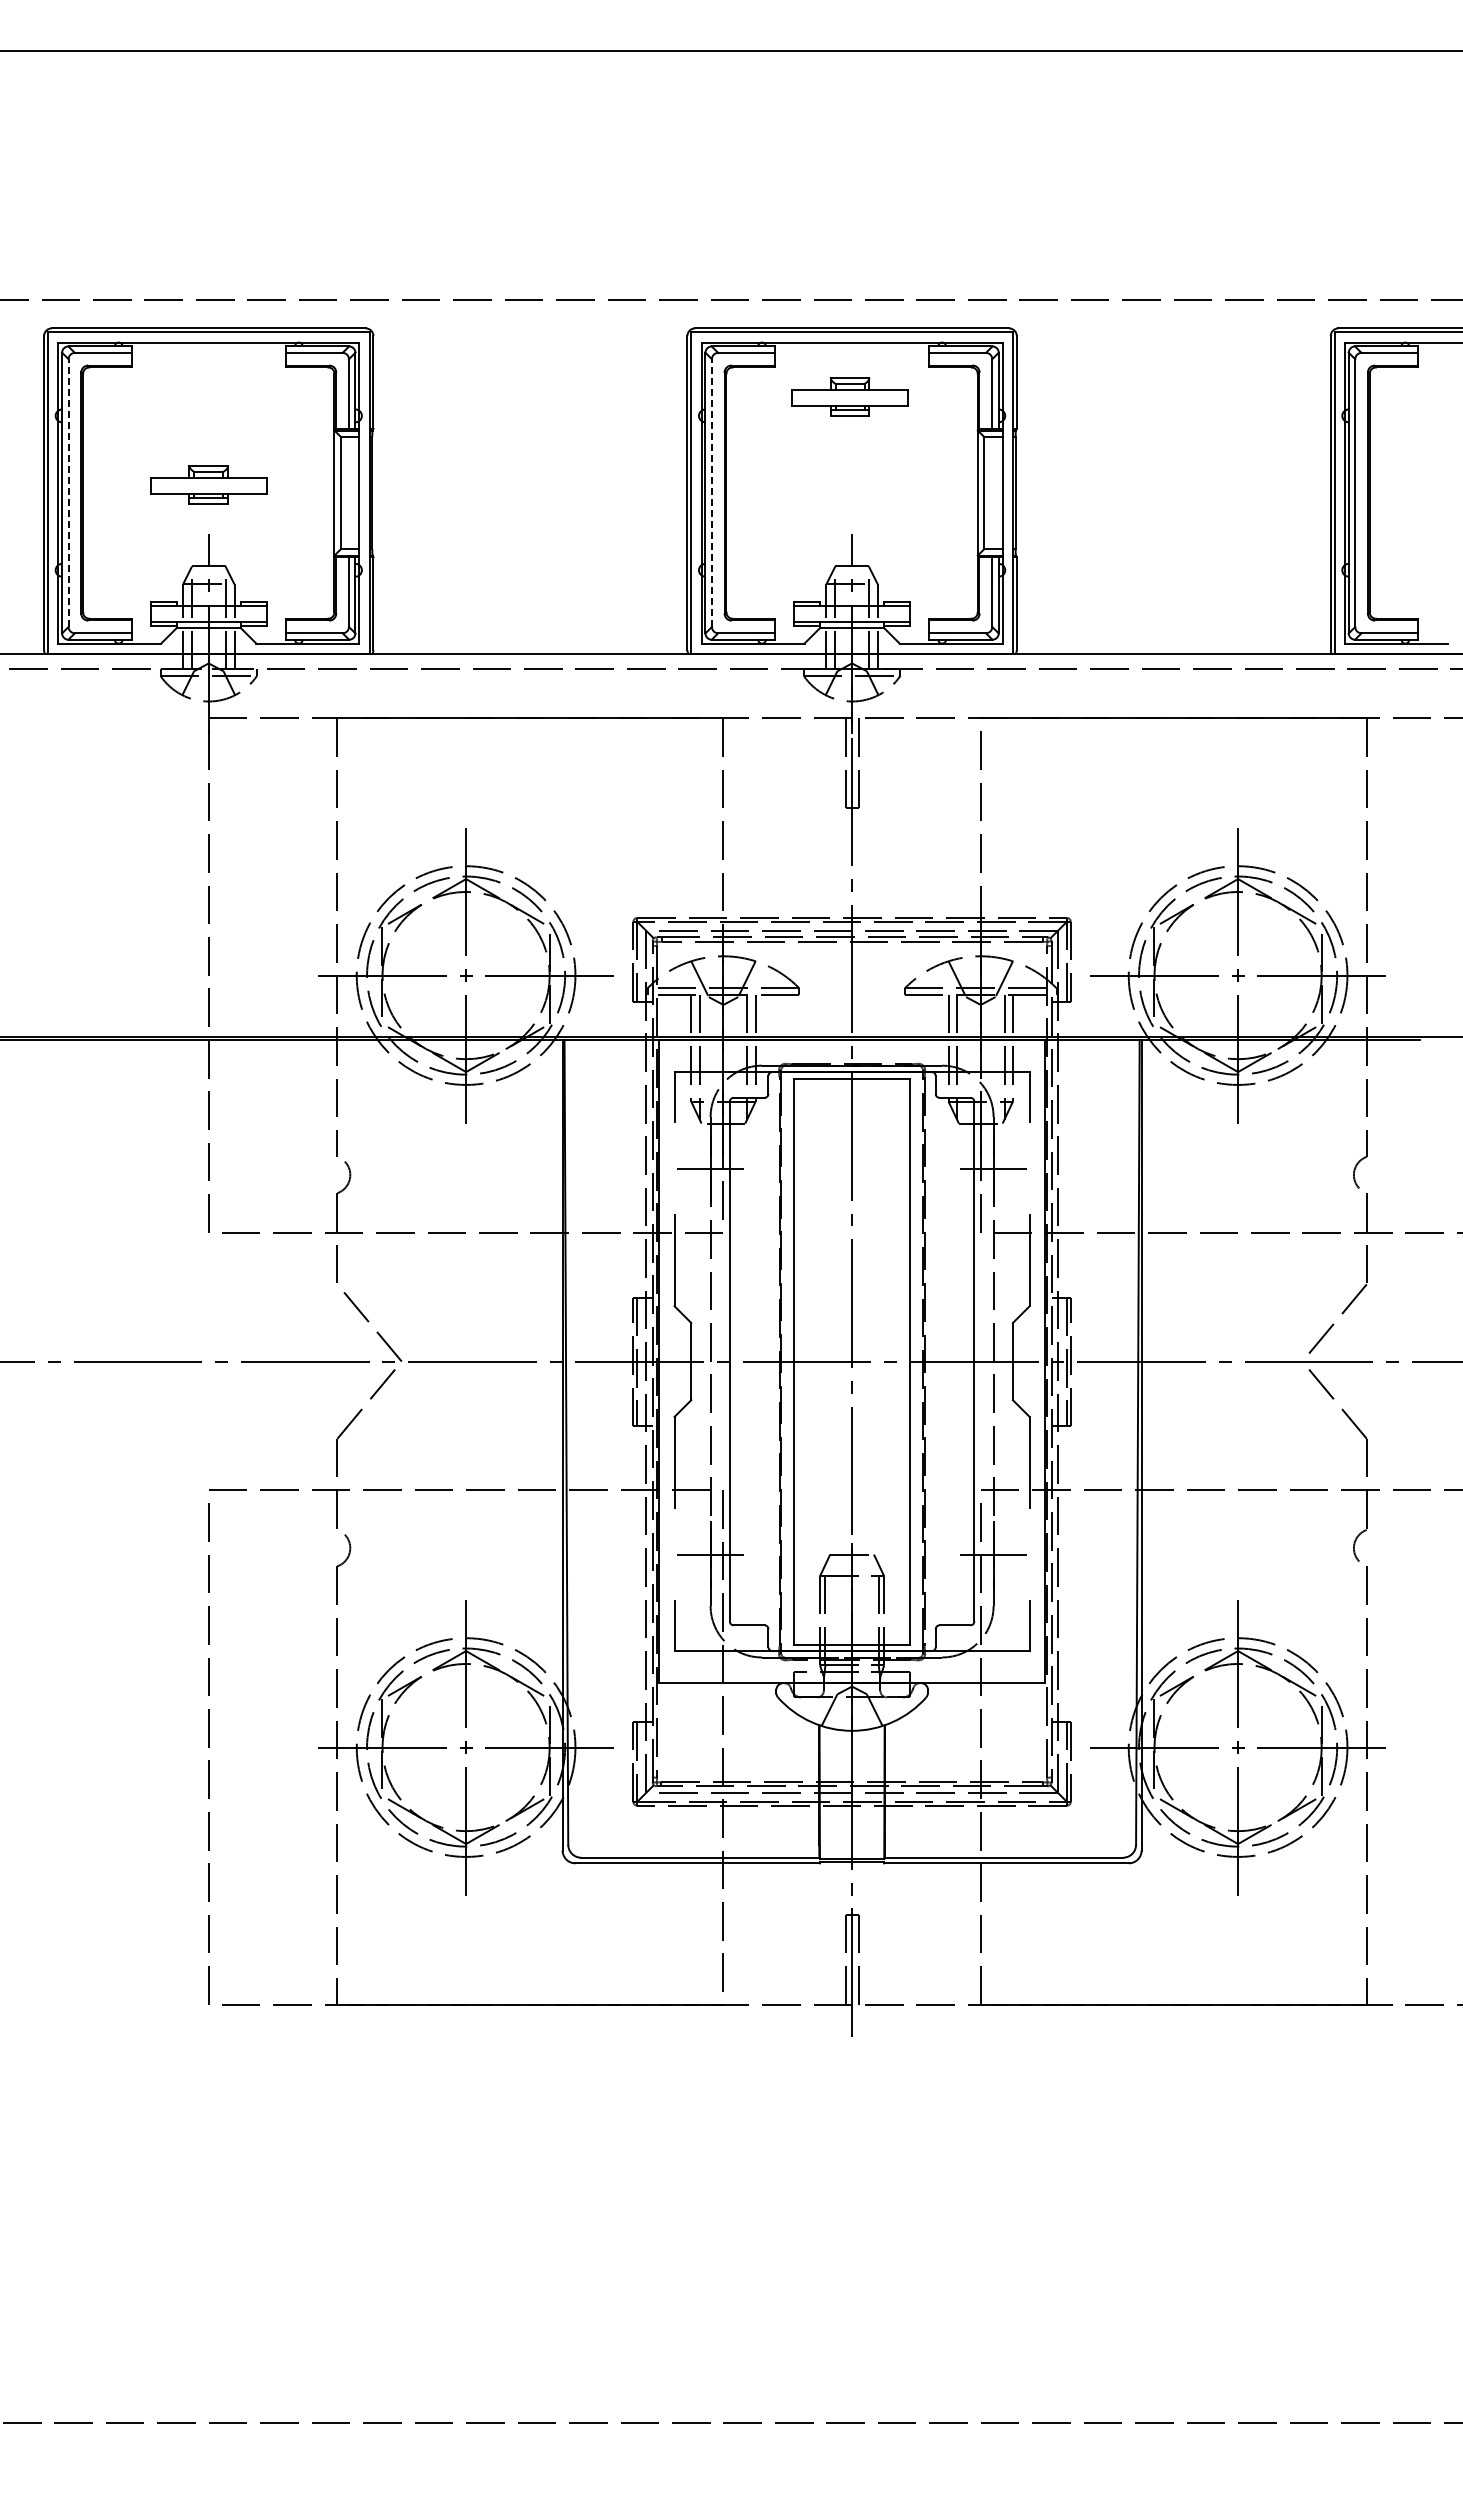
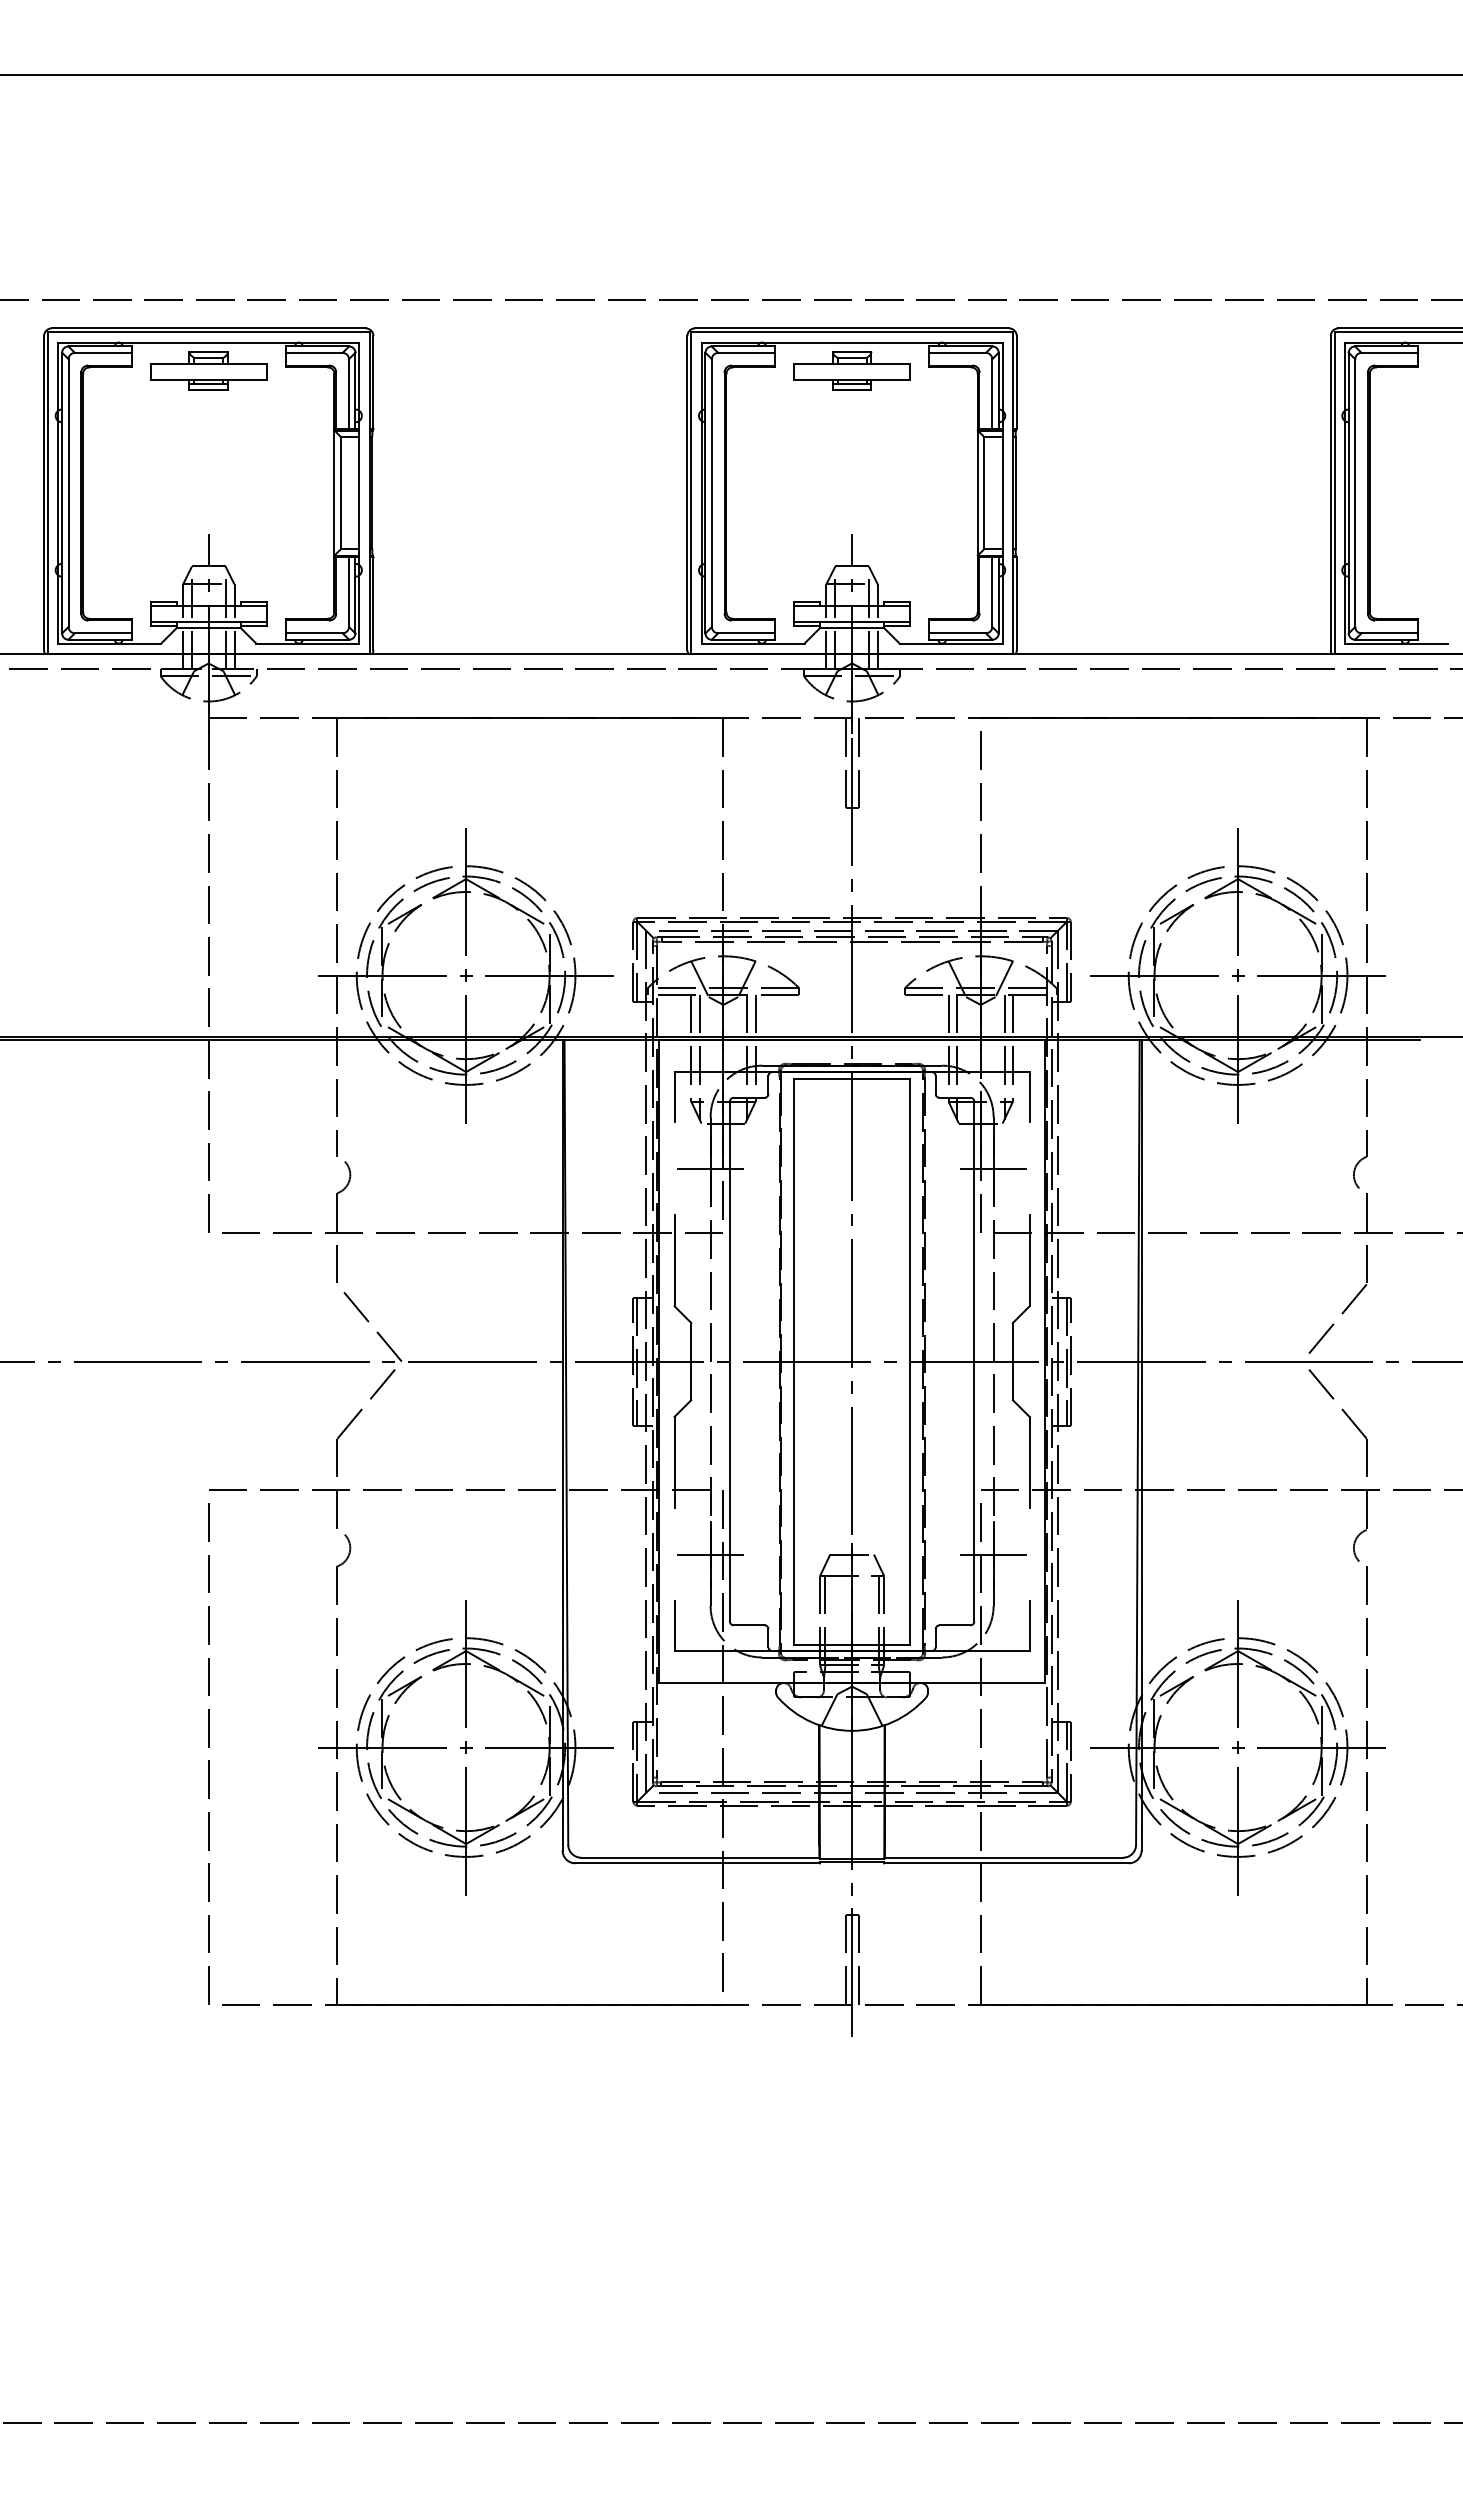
line at (730, 50) position: (730, 50) -> (730, 74)
part at (849, 396) position: (849, 396) -> (851, 370)
part at (208, 484) position: (208, 484) -> (208, 370)
line at (68, 493): dashed -> solid
line at (711, 493): dashed -> solid
